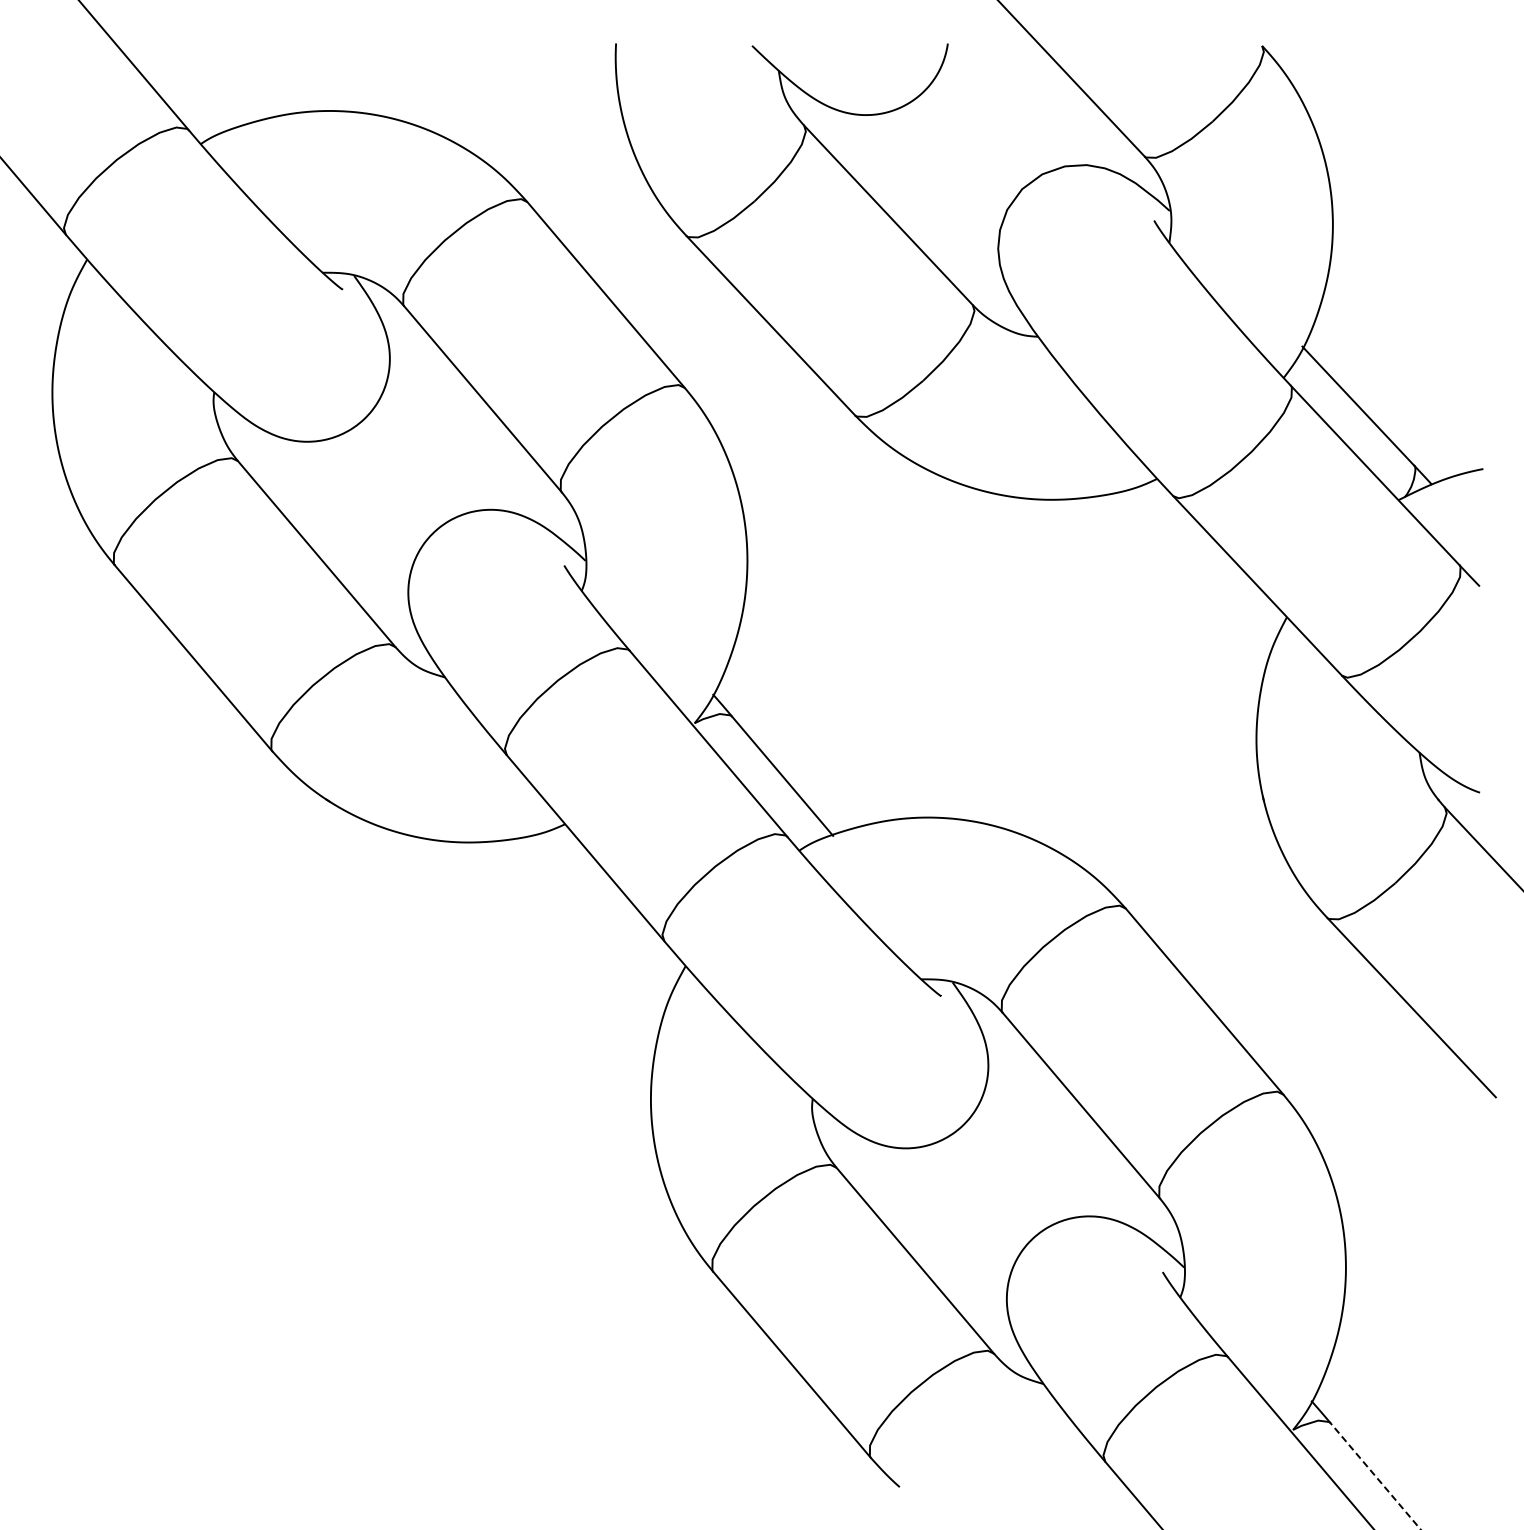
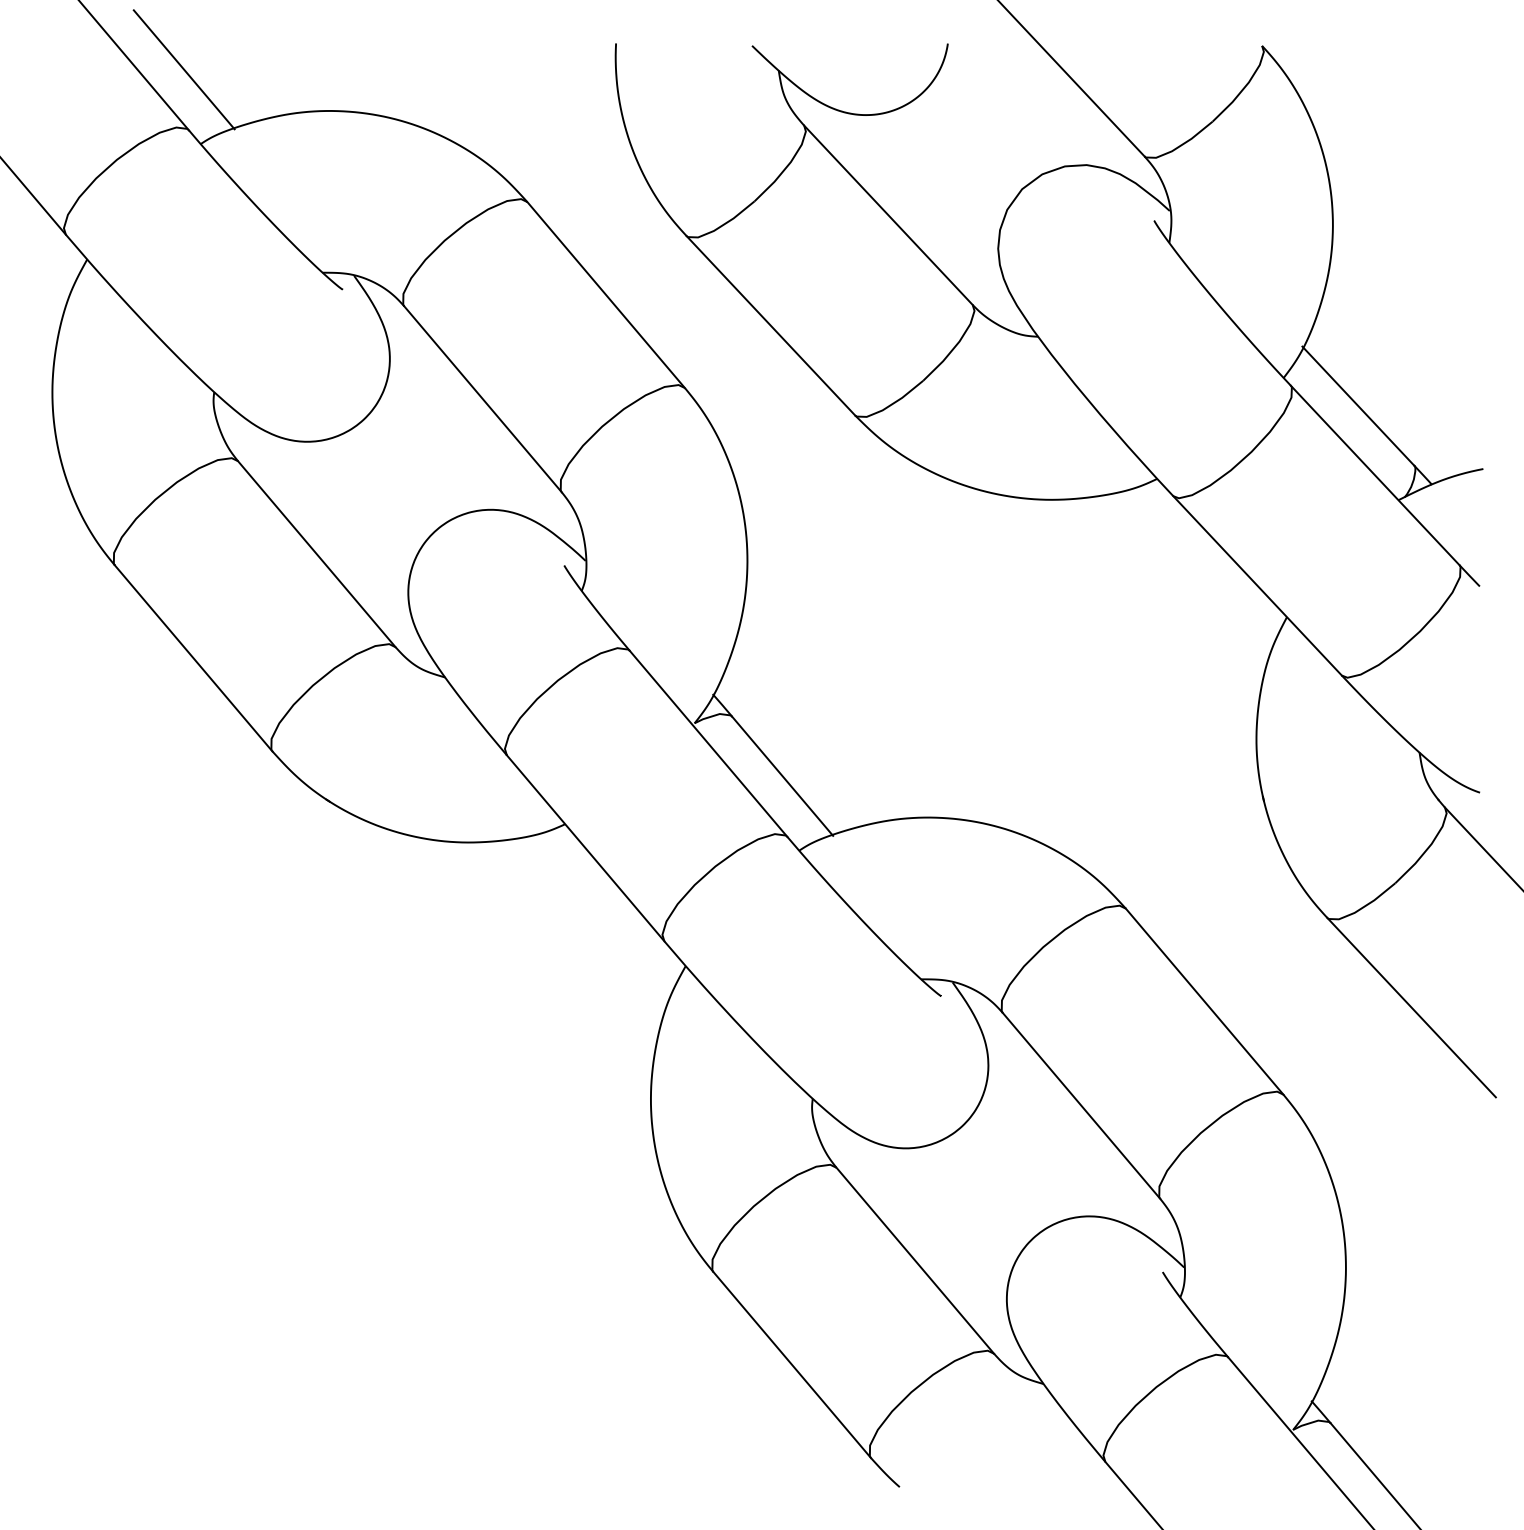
line at (183, 69): none -> present
line at (1375, 1476): dashed -> solid
